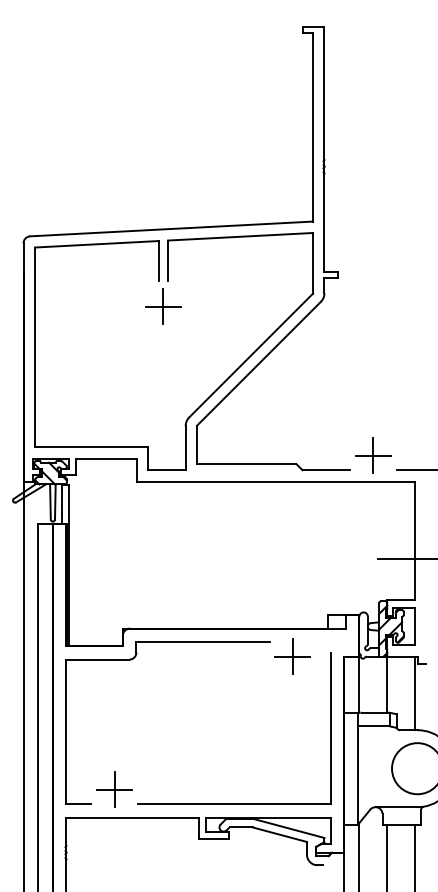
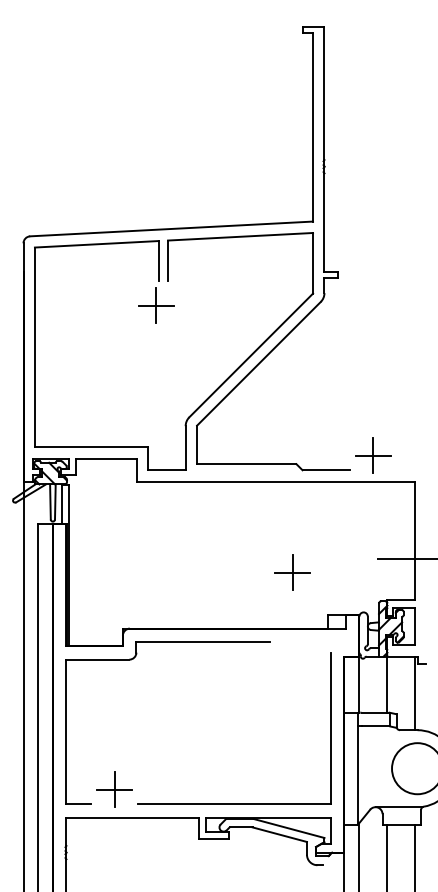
part at (163, 306) position: (163, 306) -> (156, 305)
line at (415, 470): present -> none
part at (292, 656) position: (292, 656) -> (292, 572)
